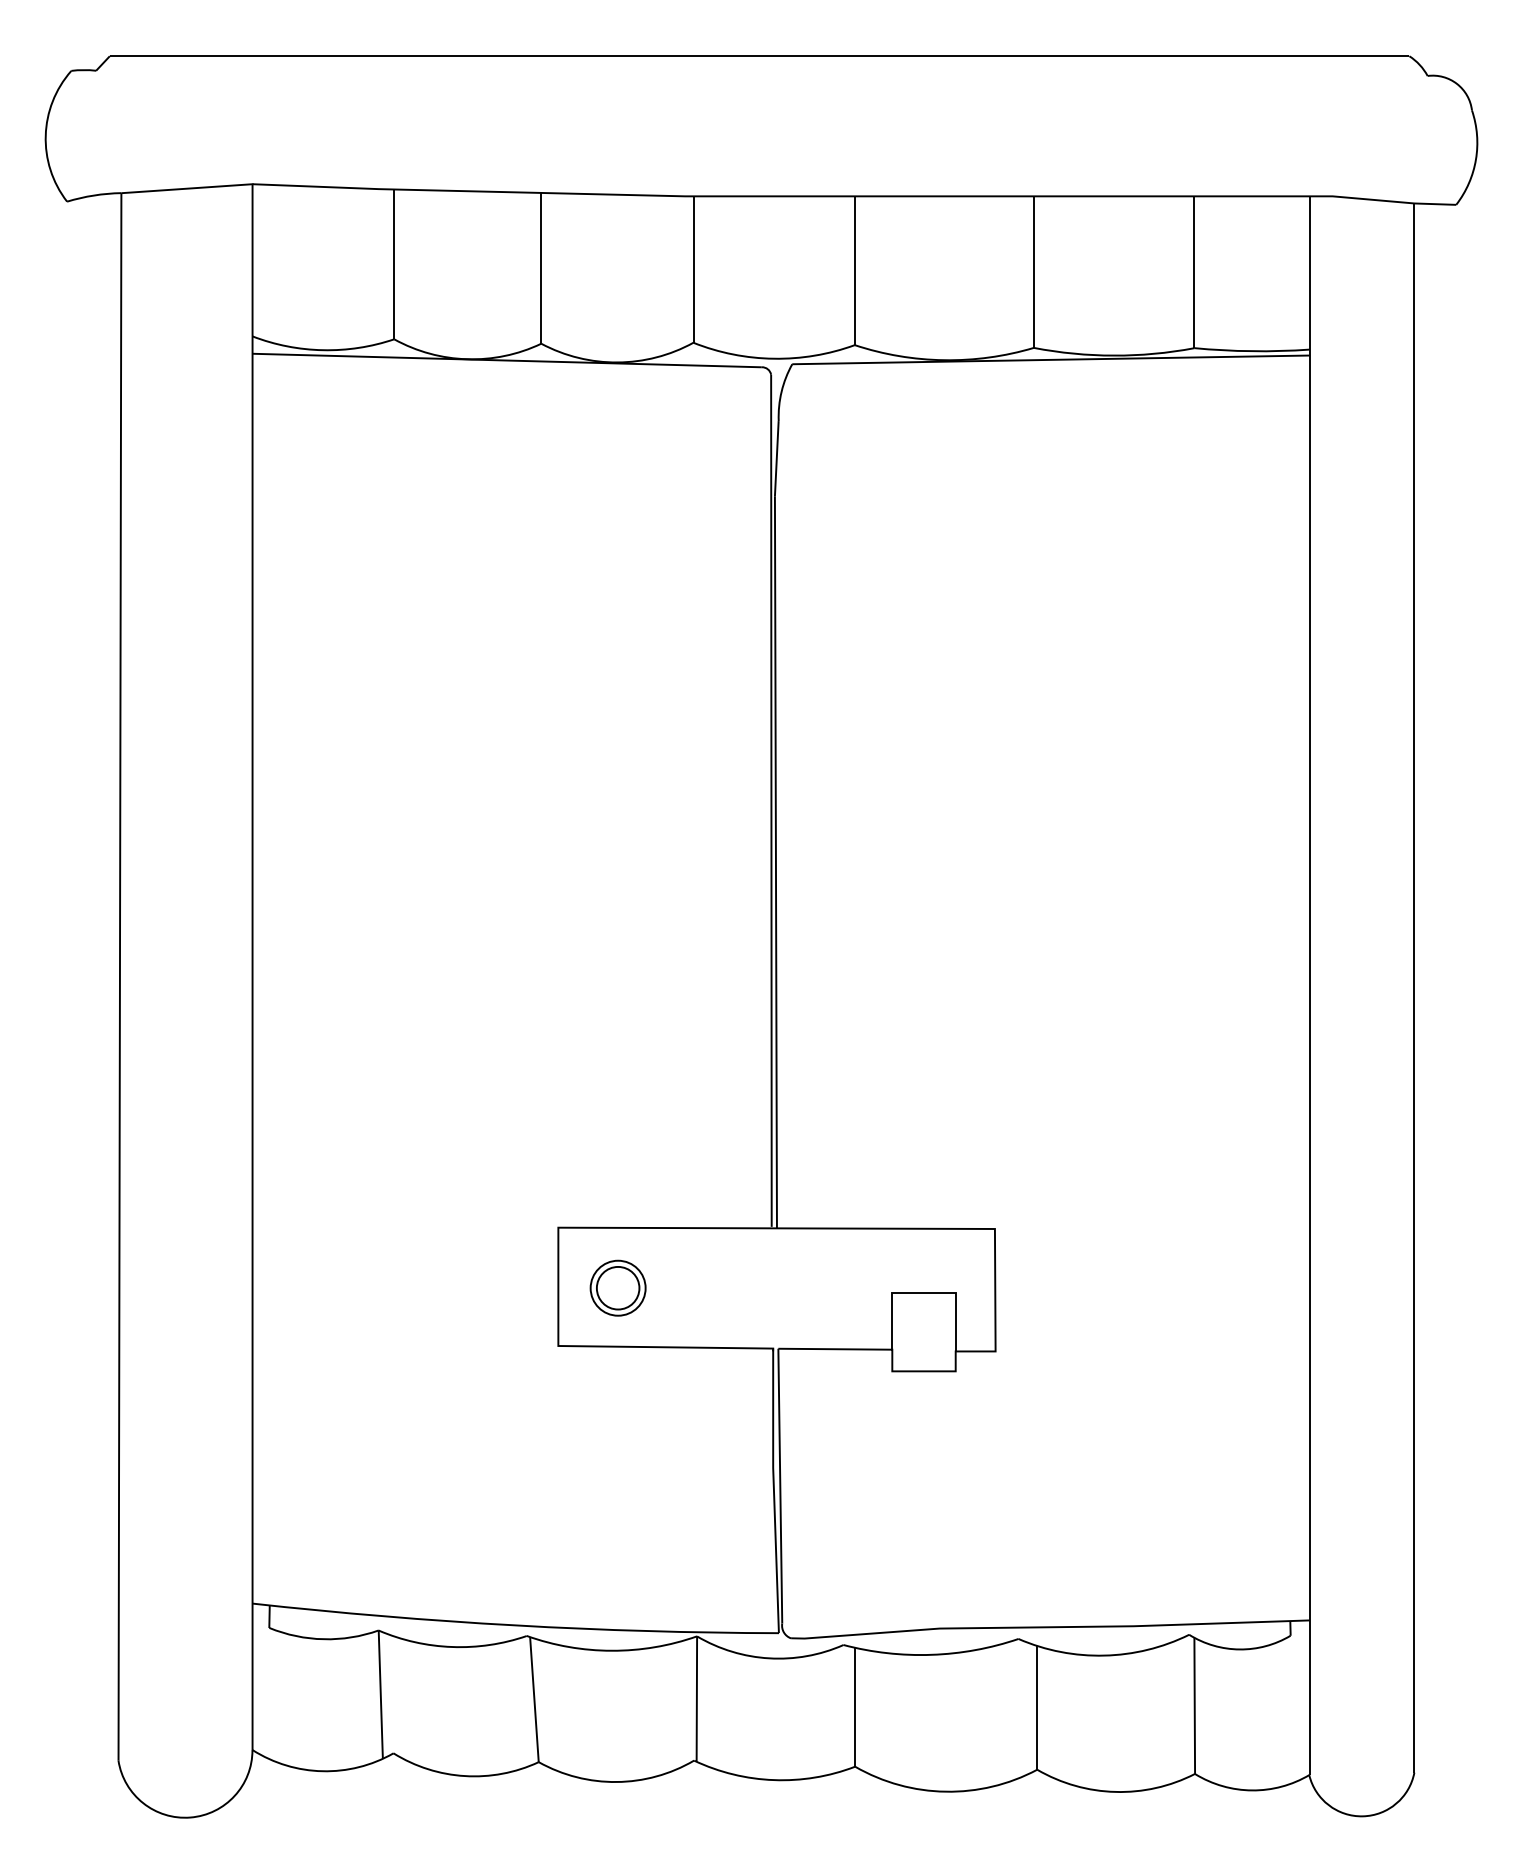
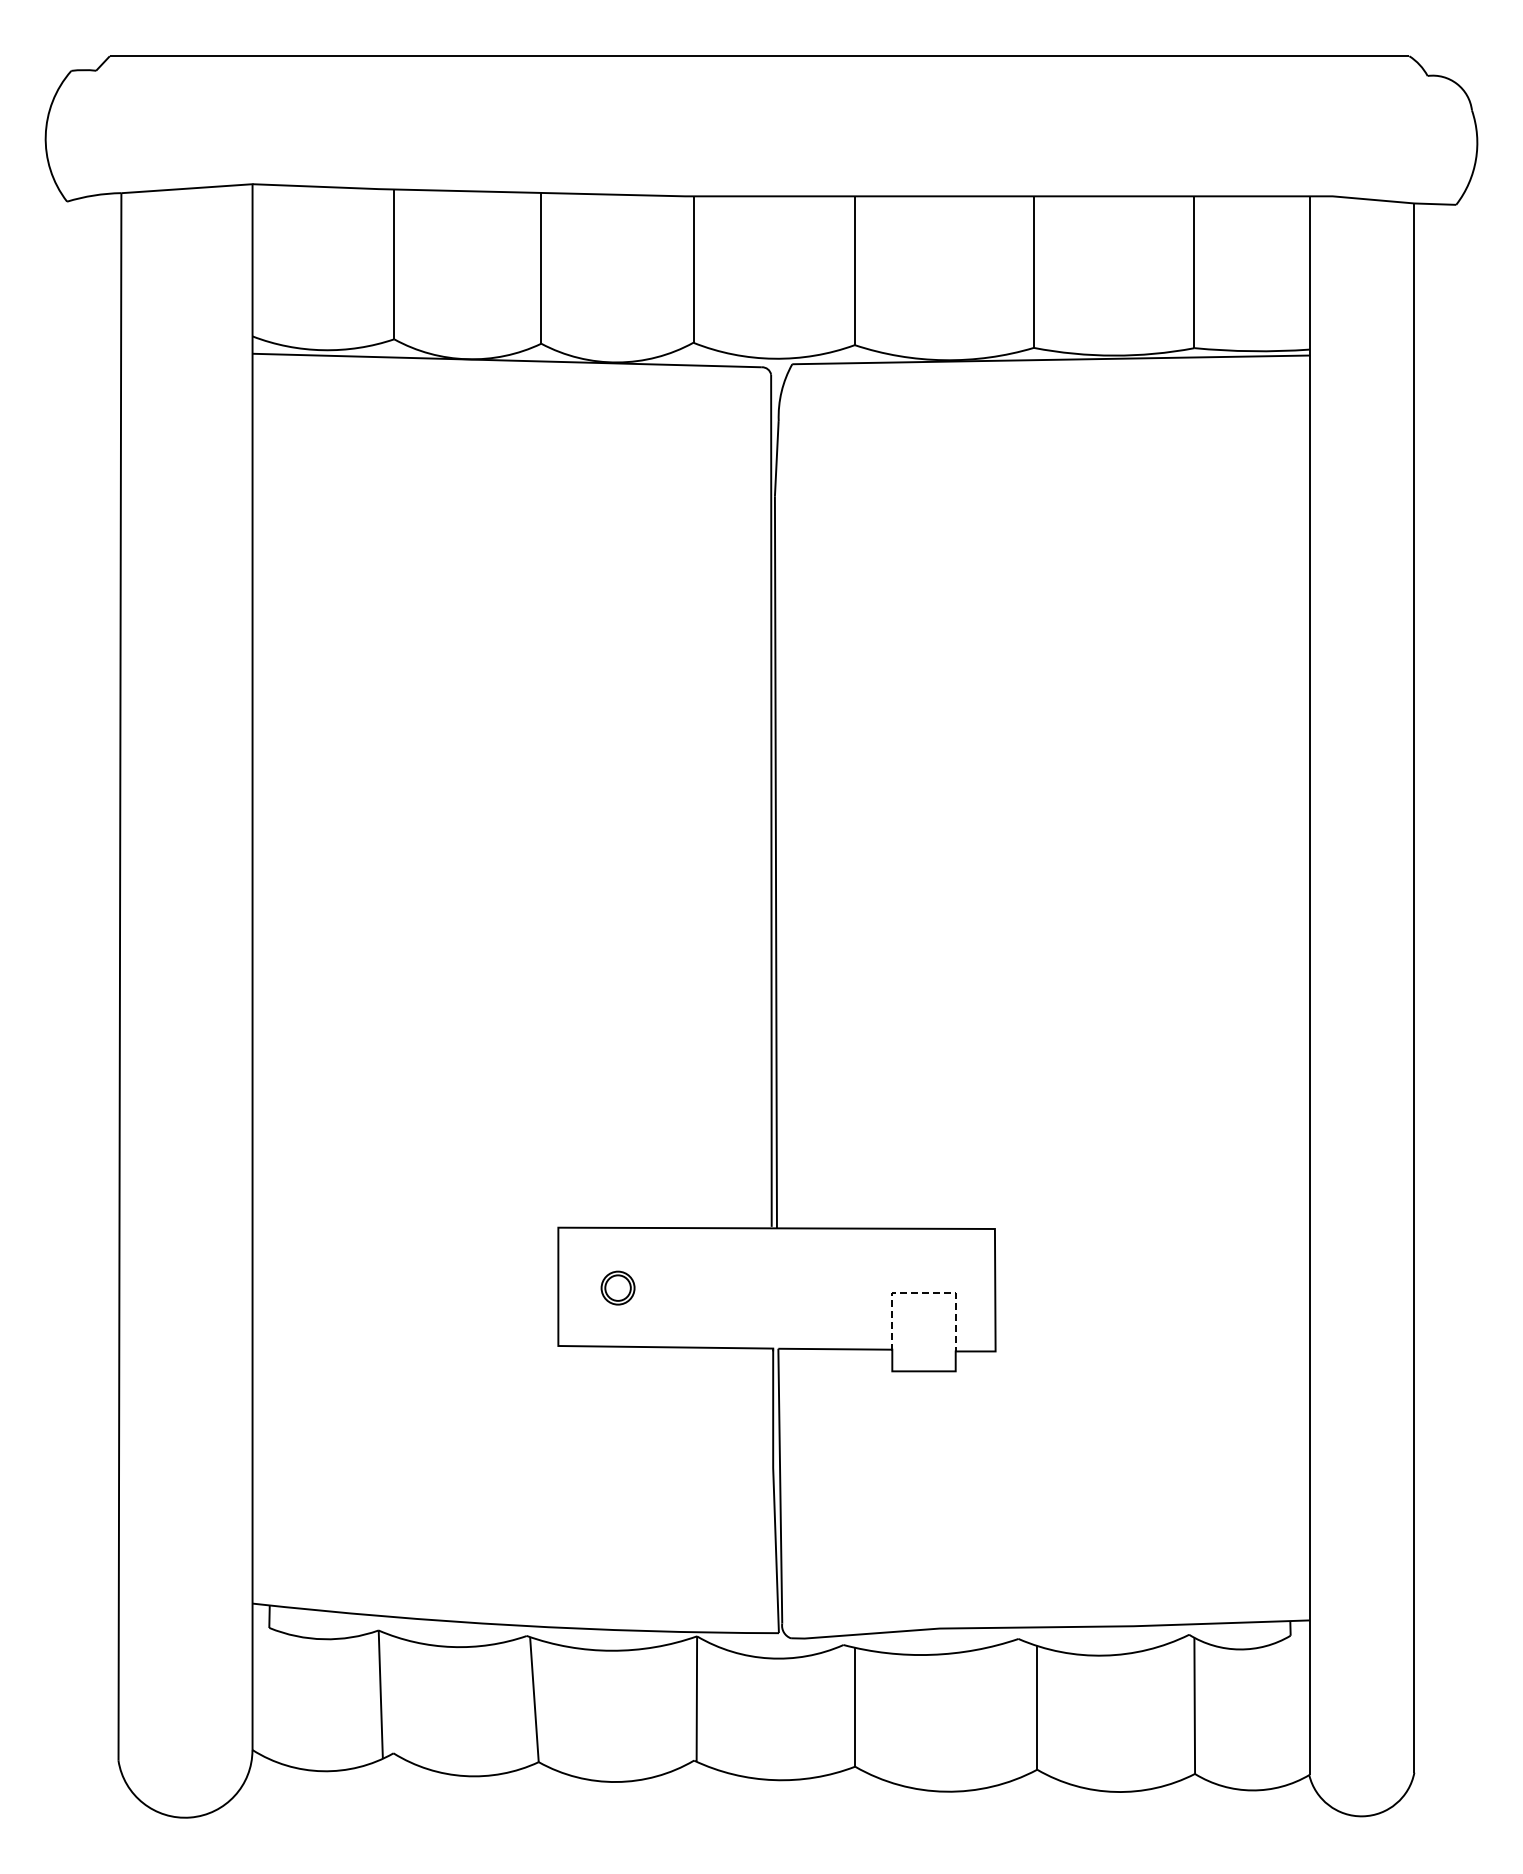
part at (617, 1287) size: 58x58 px -> 36x36 px
line at (924, 1292): solid -> dashed
